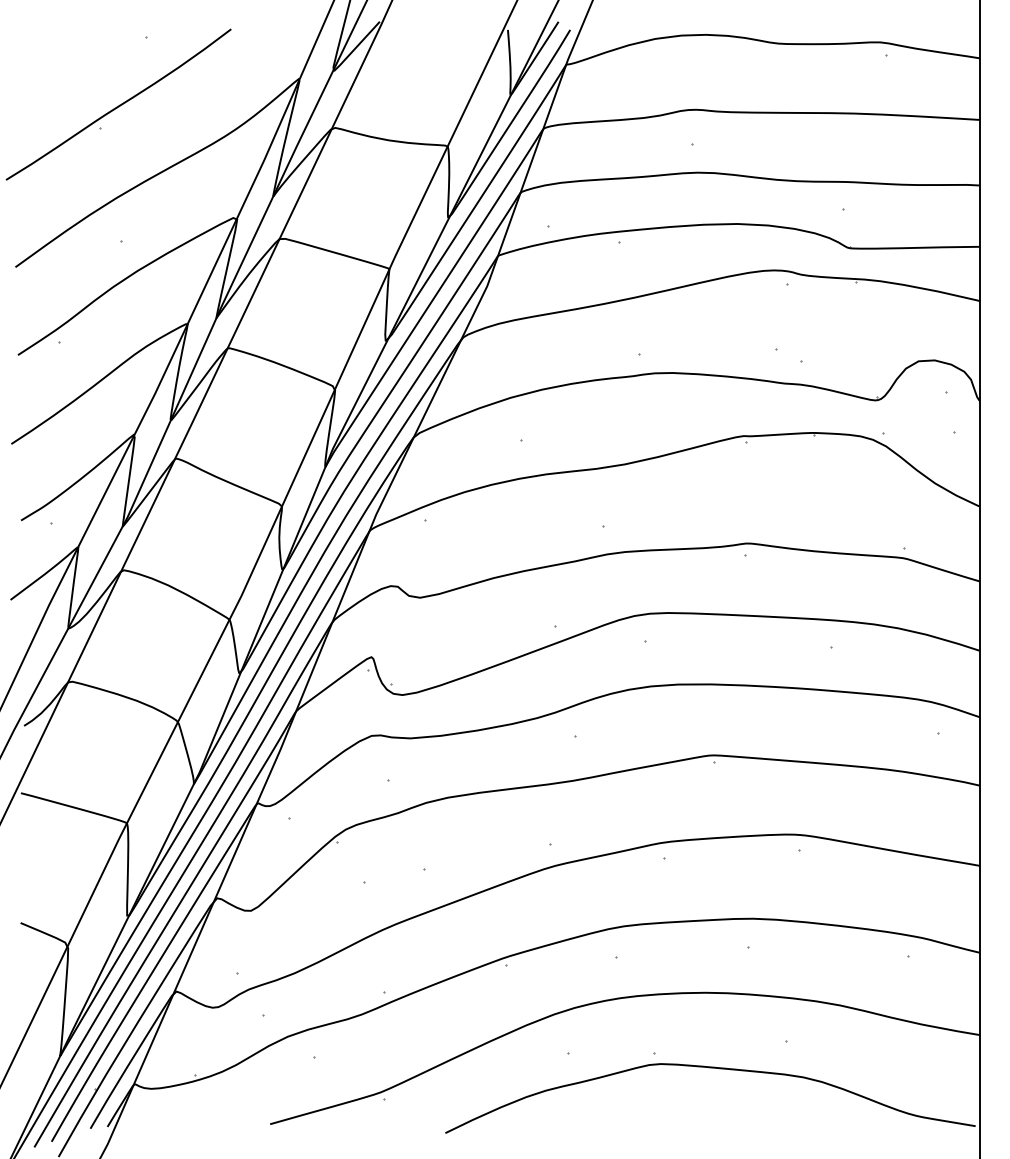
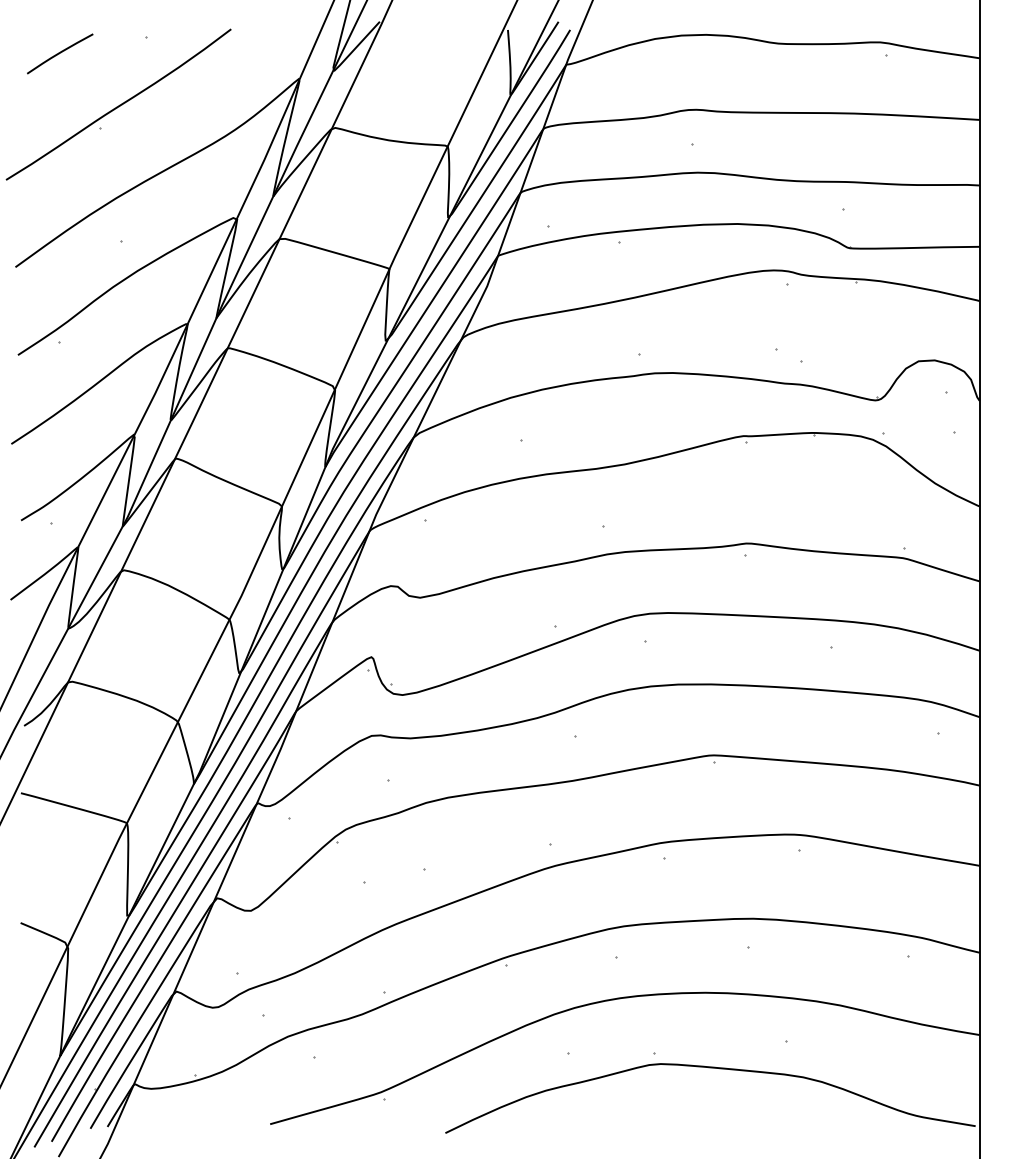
curve at (60, 53): none -> present
